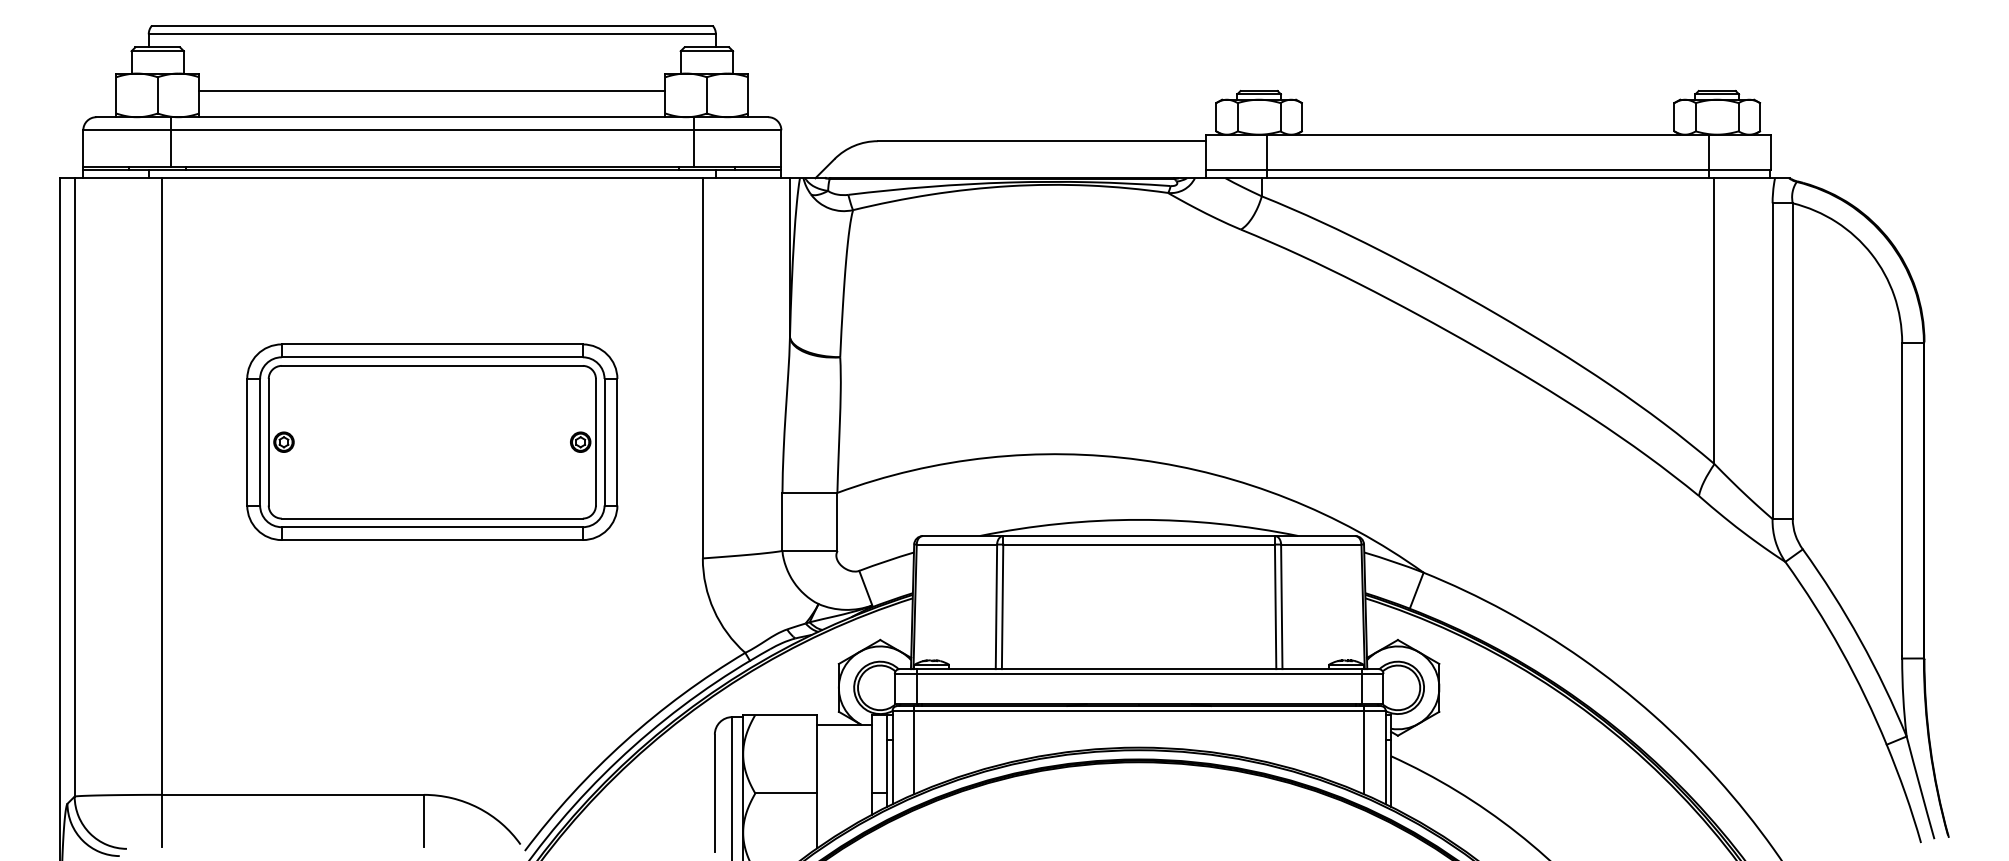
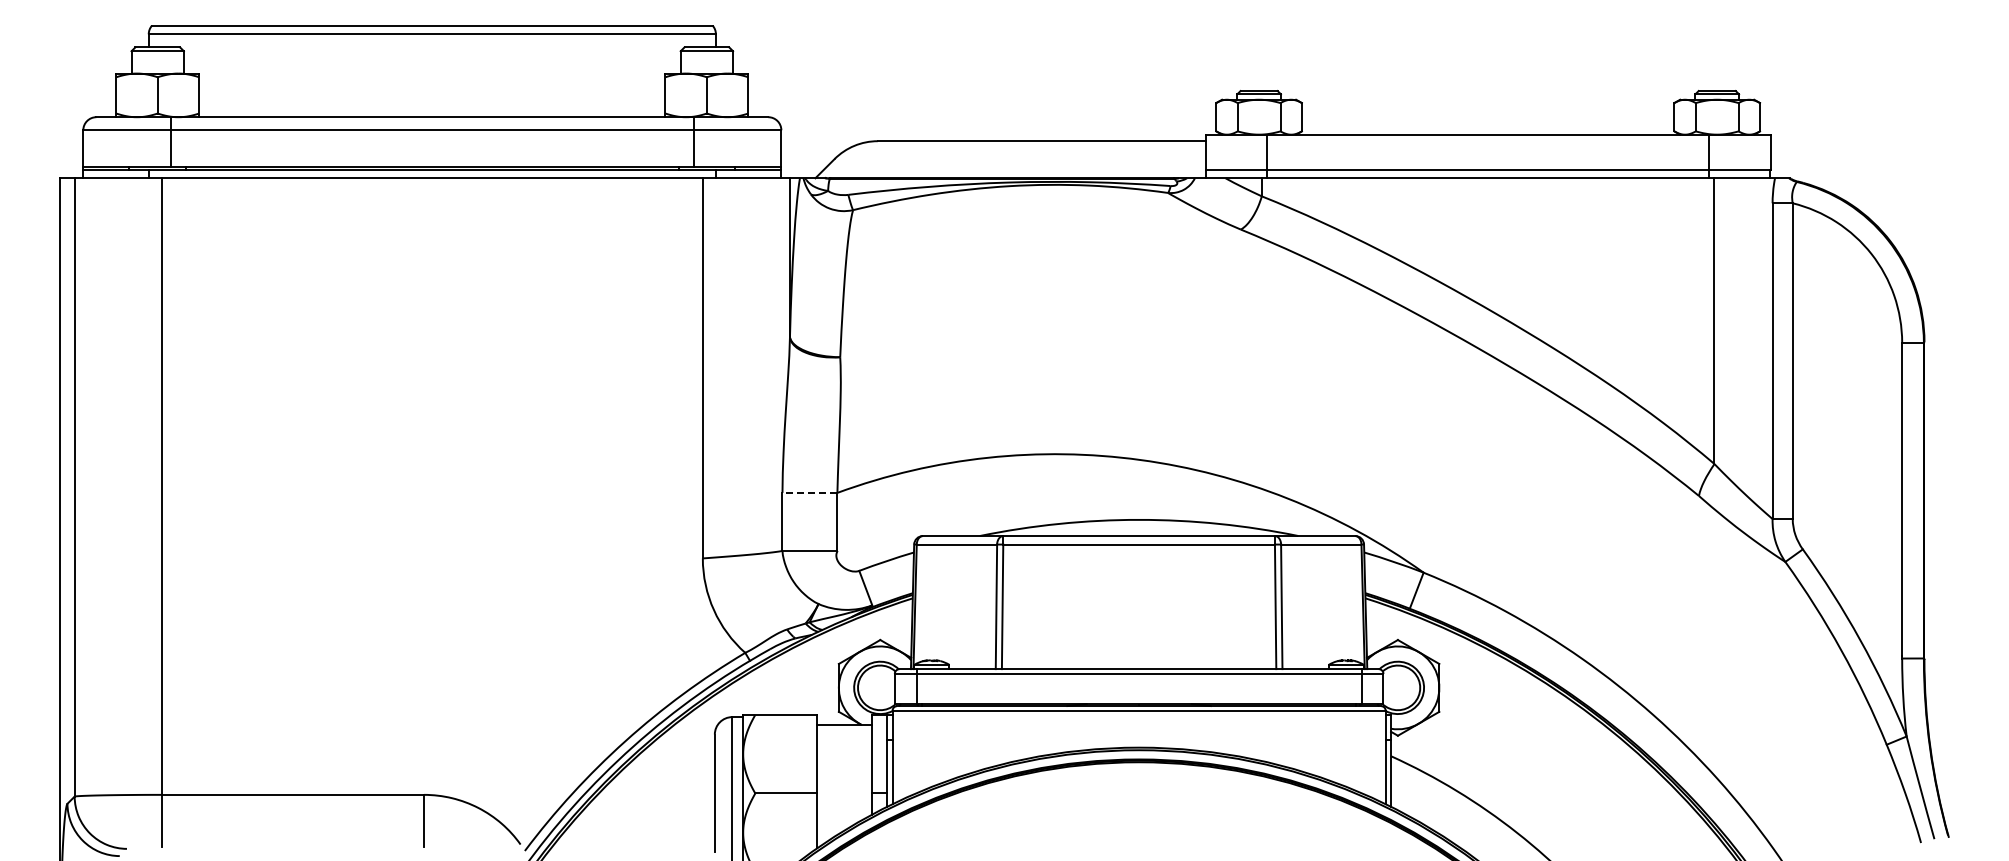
line at (432, 91): present -> none
part at (432, 441): present -> none
line at (809, 492): solid -> dashed
line at (914, 750): present -> none
line at (1363, 750): present -> none
